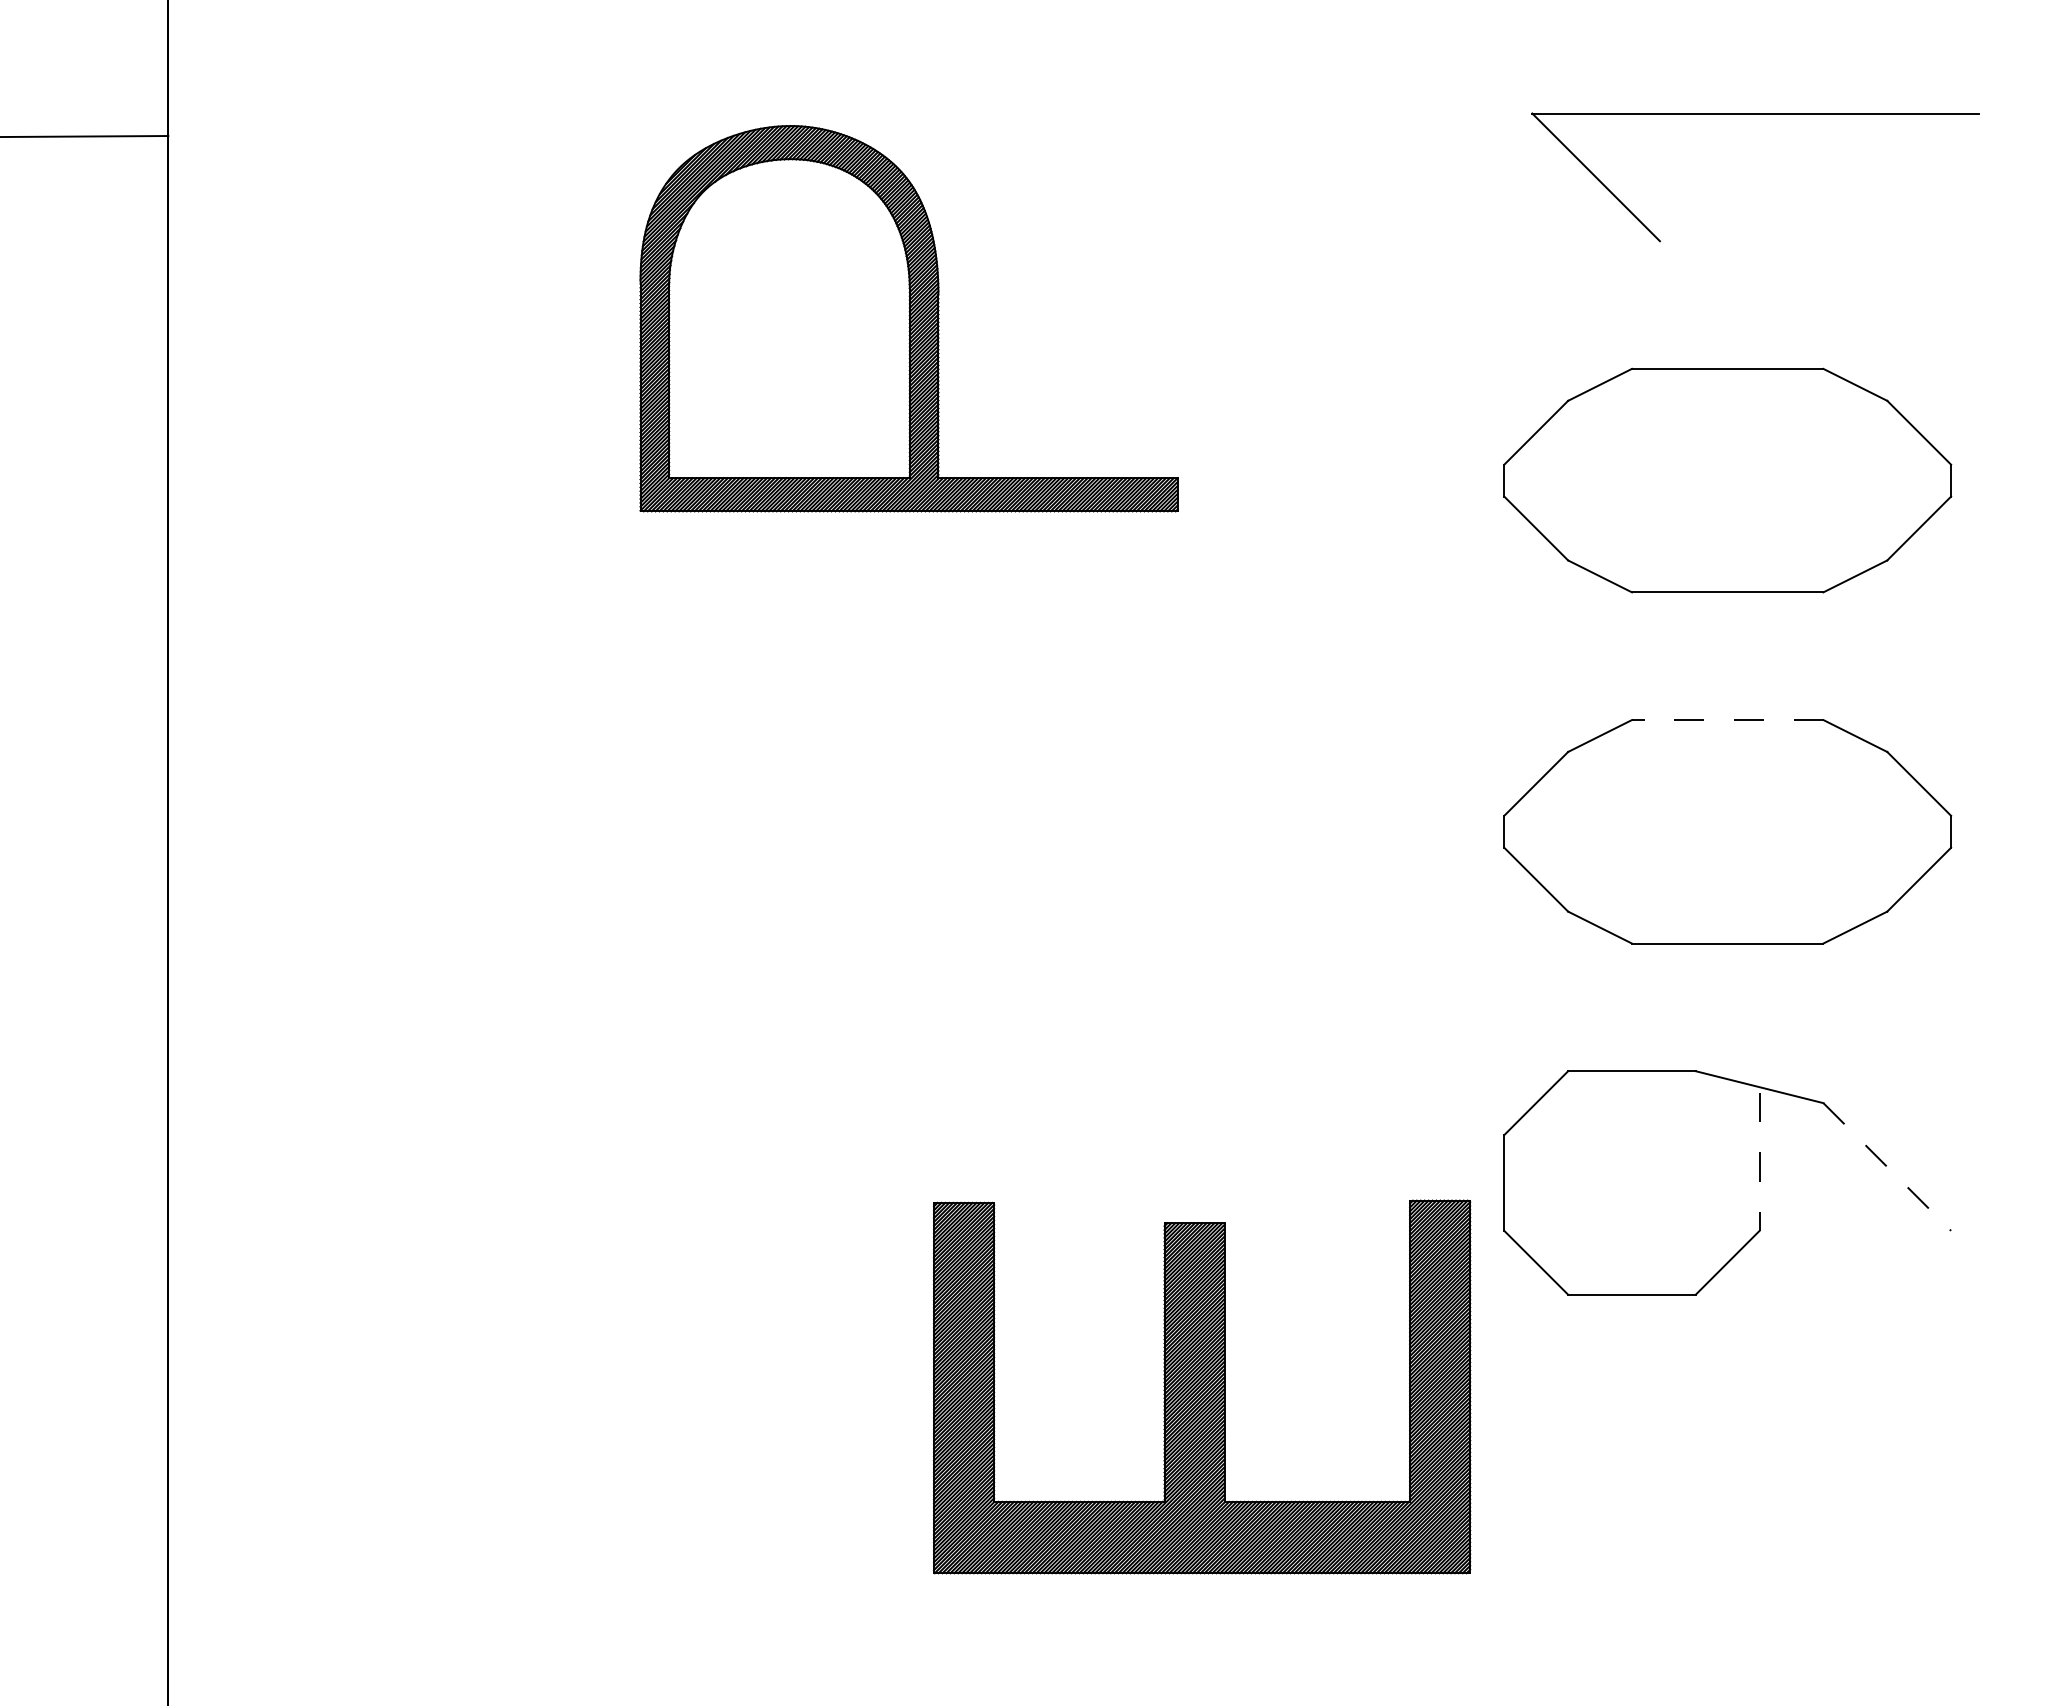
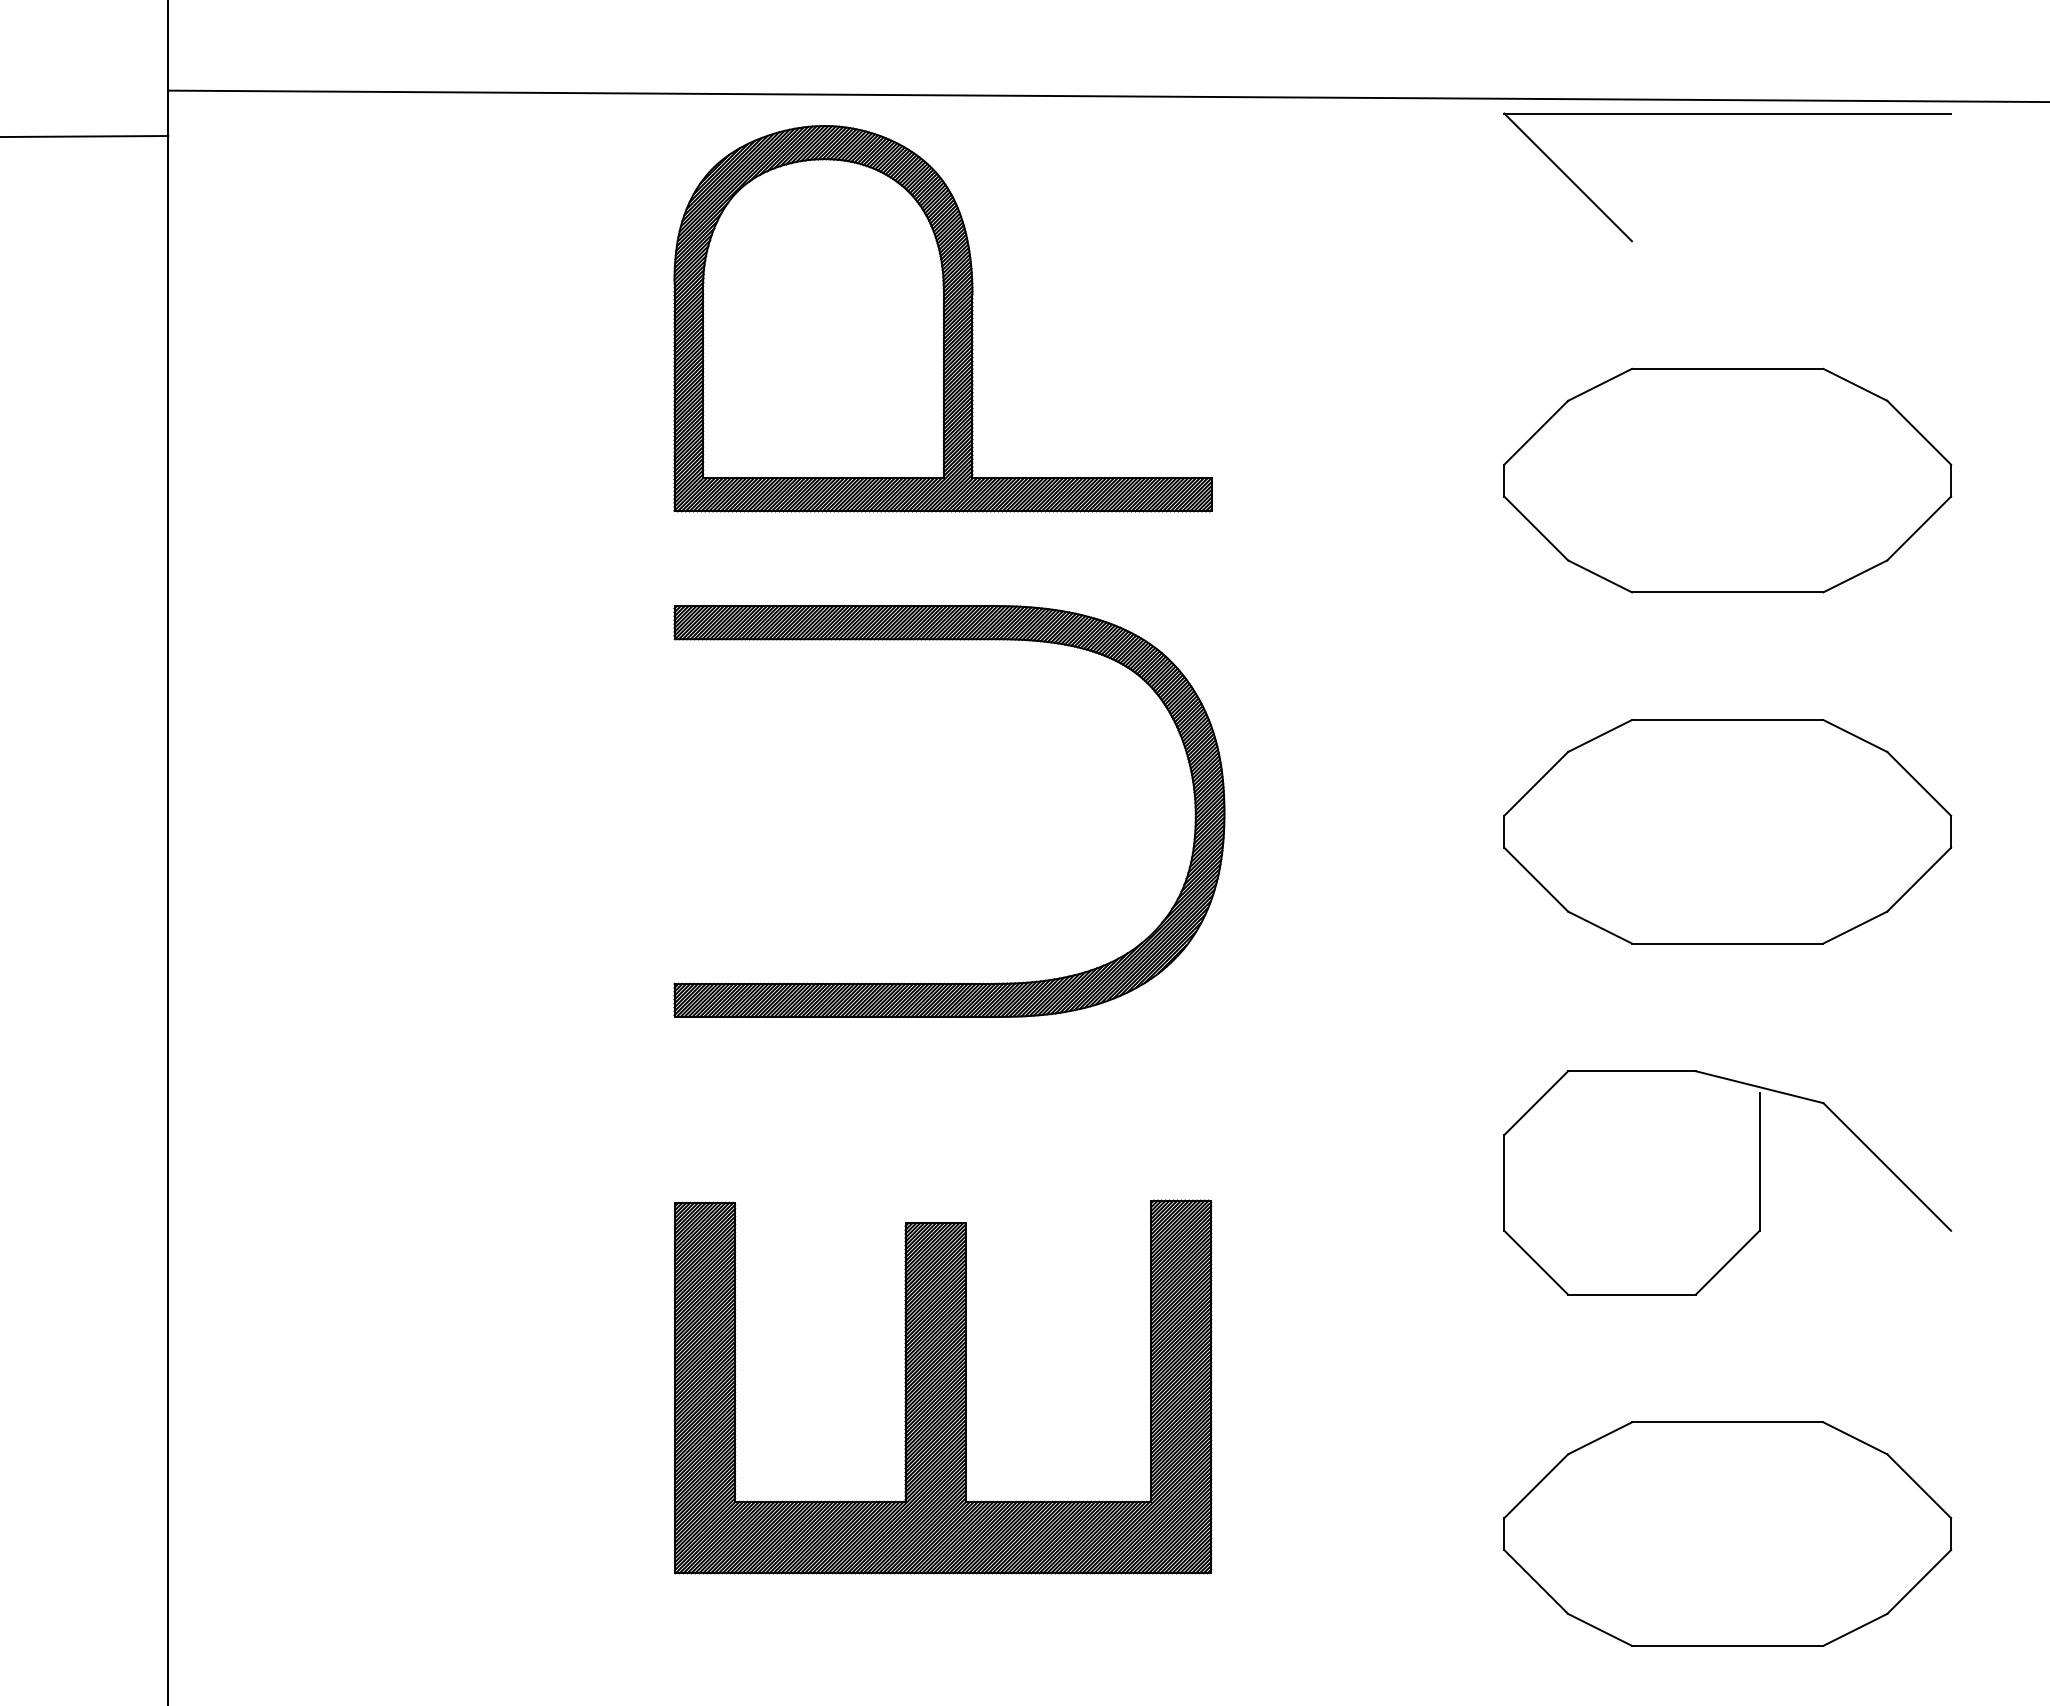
line at (1107, 96): none -> present
part at (1755, 114) position: (1755, 114) -> (1727, 114)
part at (908, 318) position: (908, 318) -> (942, 318)
part at (949, 640): none -> present
line at (1727, 720): dashed -> solid
line at (1759, 1162): dashed -> solid
line at (1887, 1167): dashed -> solid
part at (1202, 1386) position: (1202, 1386) -> (943, 1386)
part at (1727, 1533): none -> present
